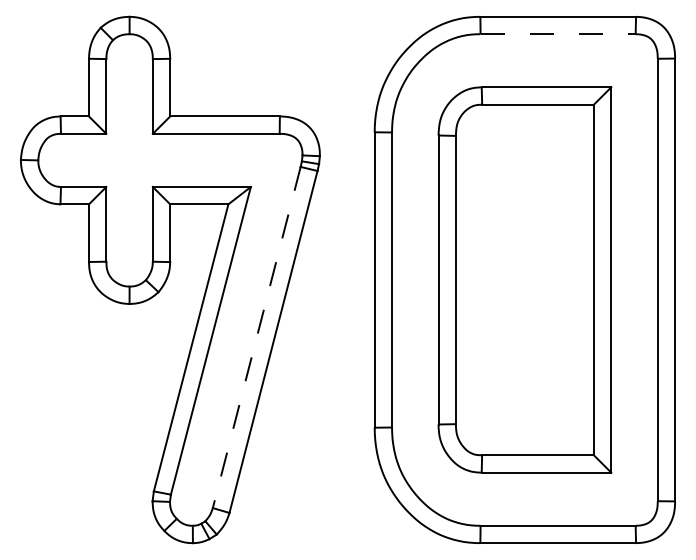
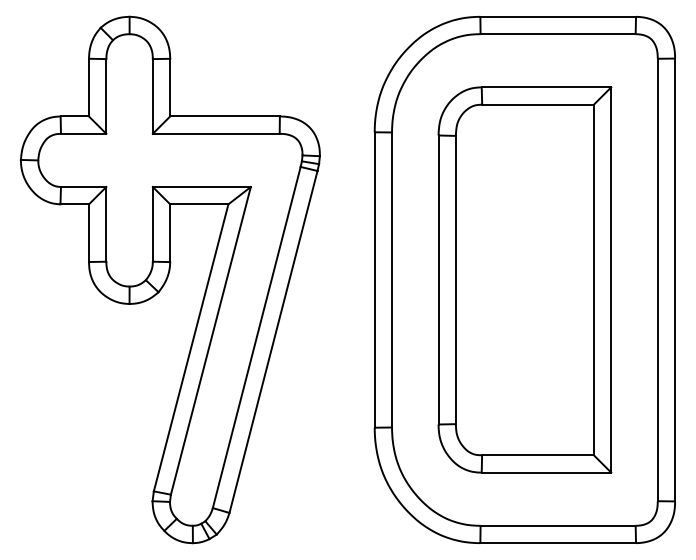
line at (558, 34): dashed -> solid
line at (256, 337): dashed -> solid
